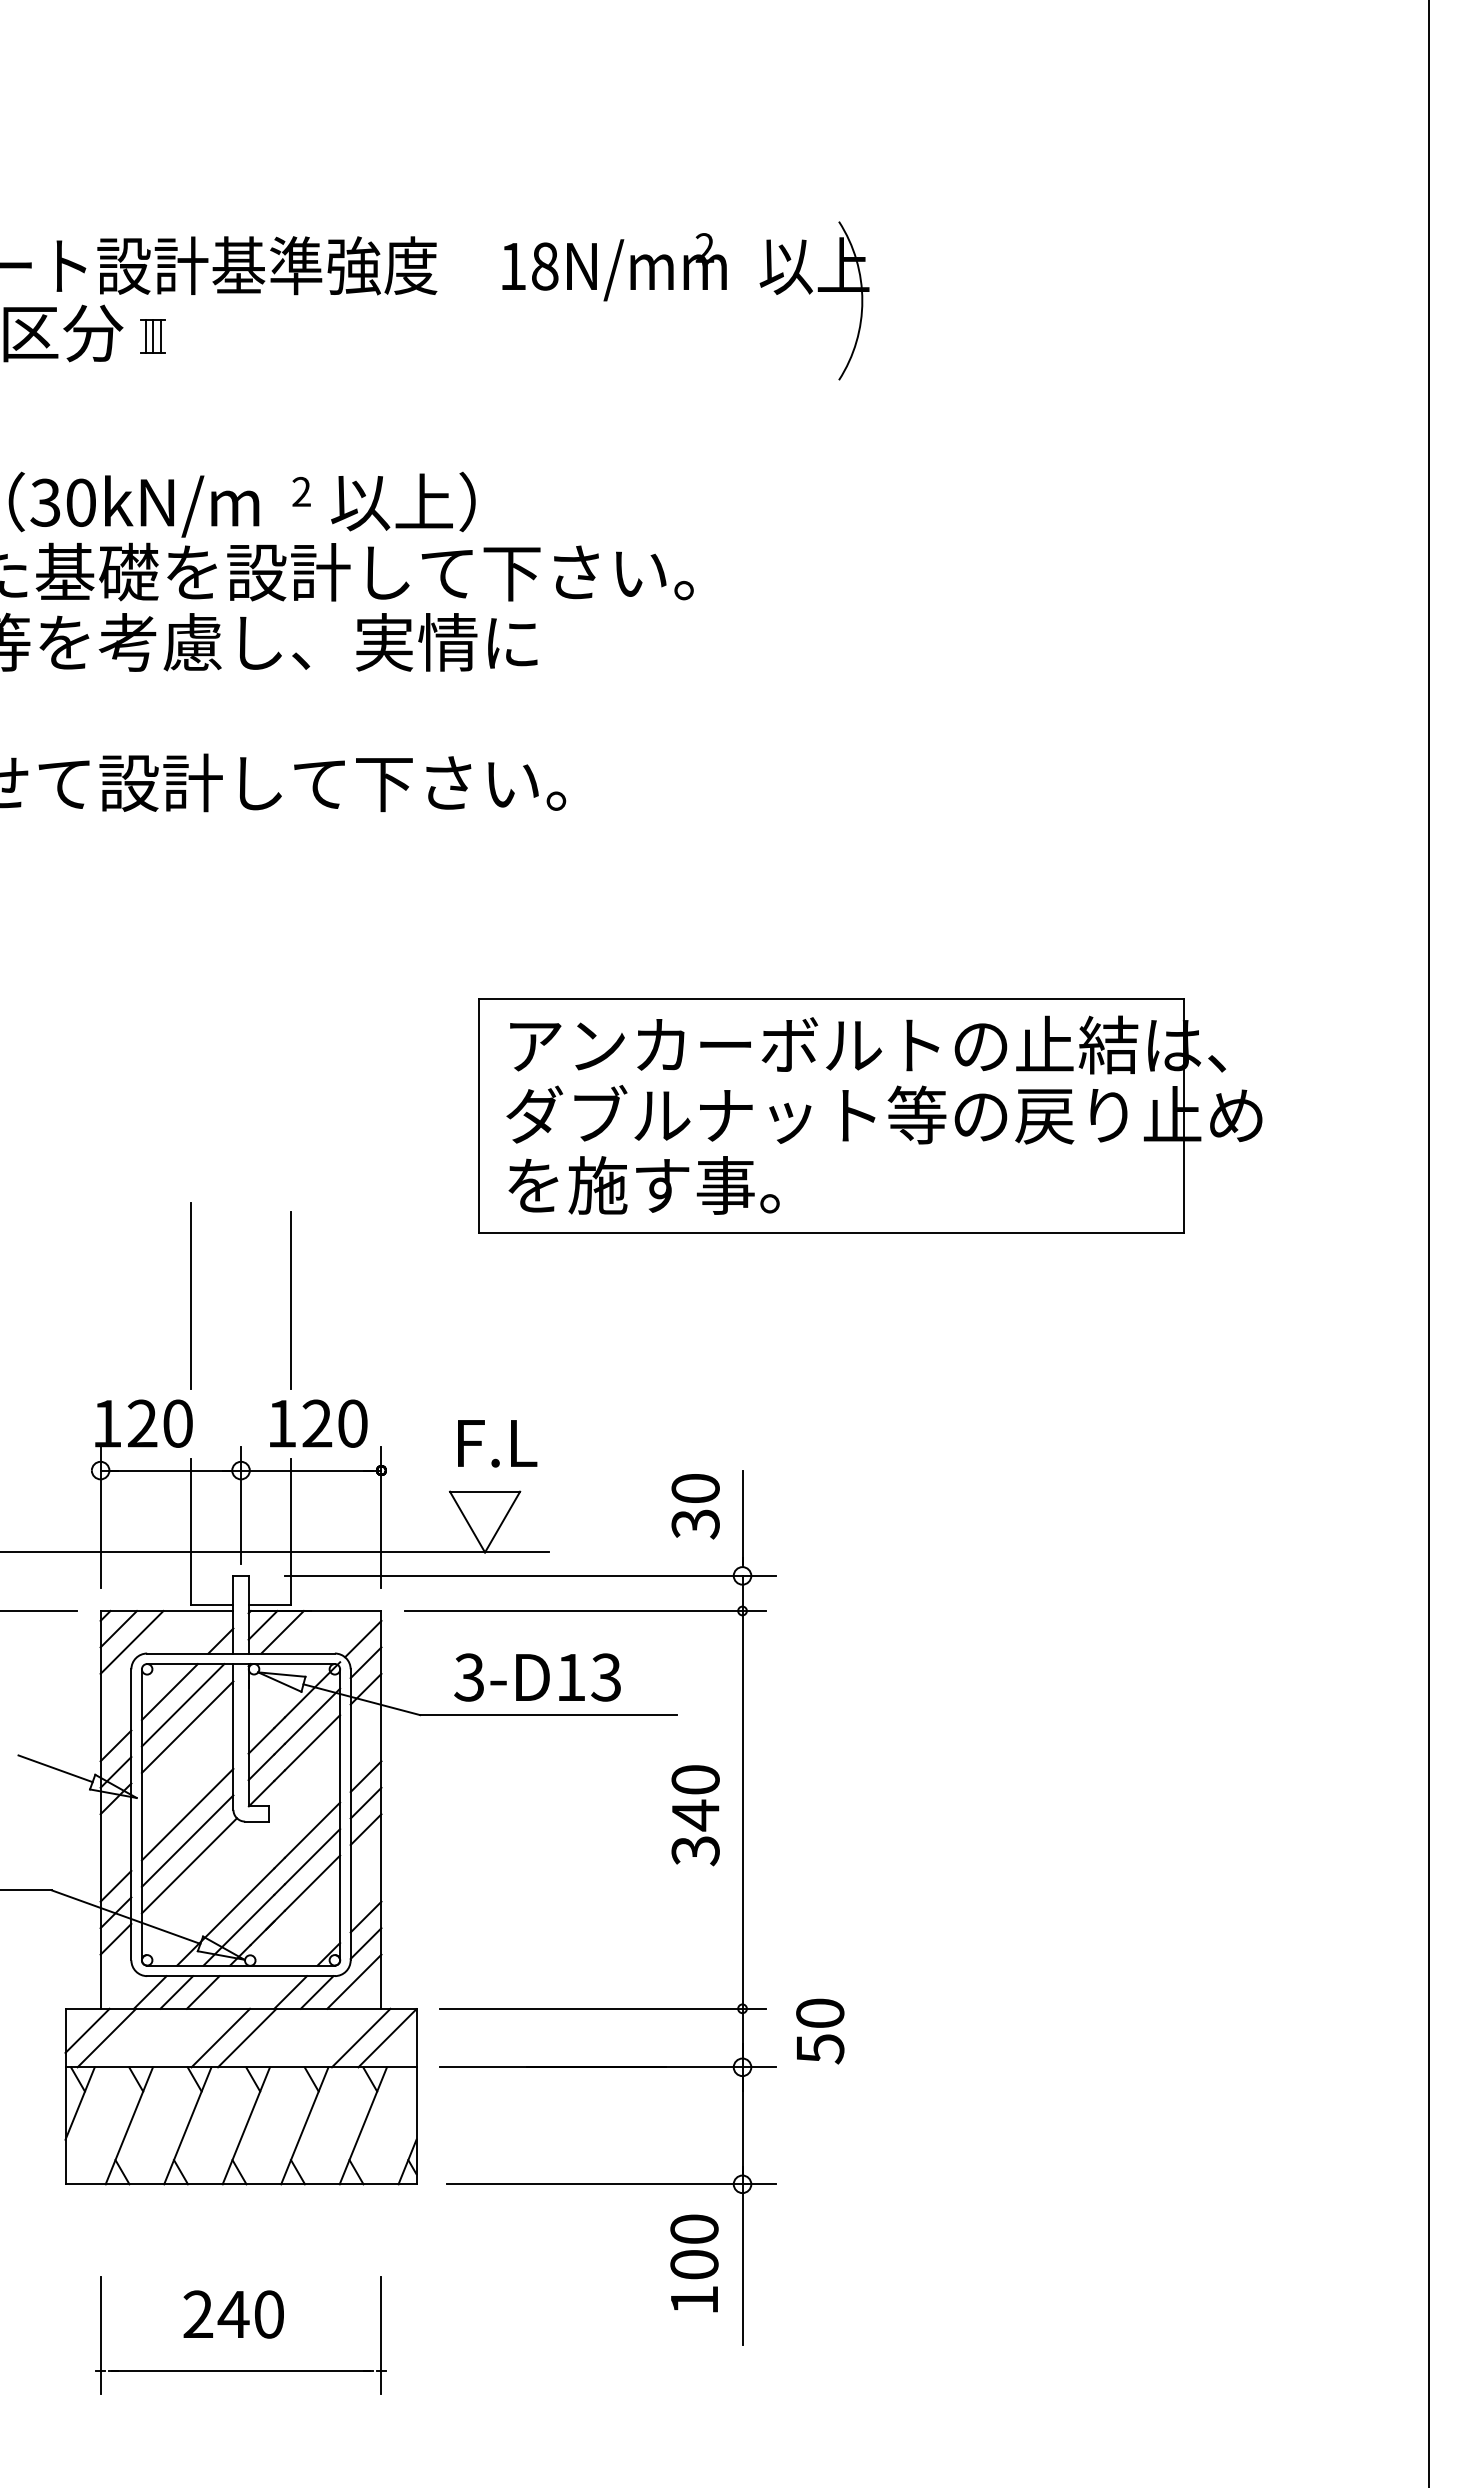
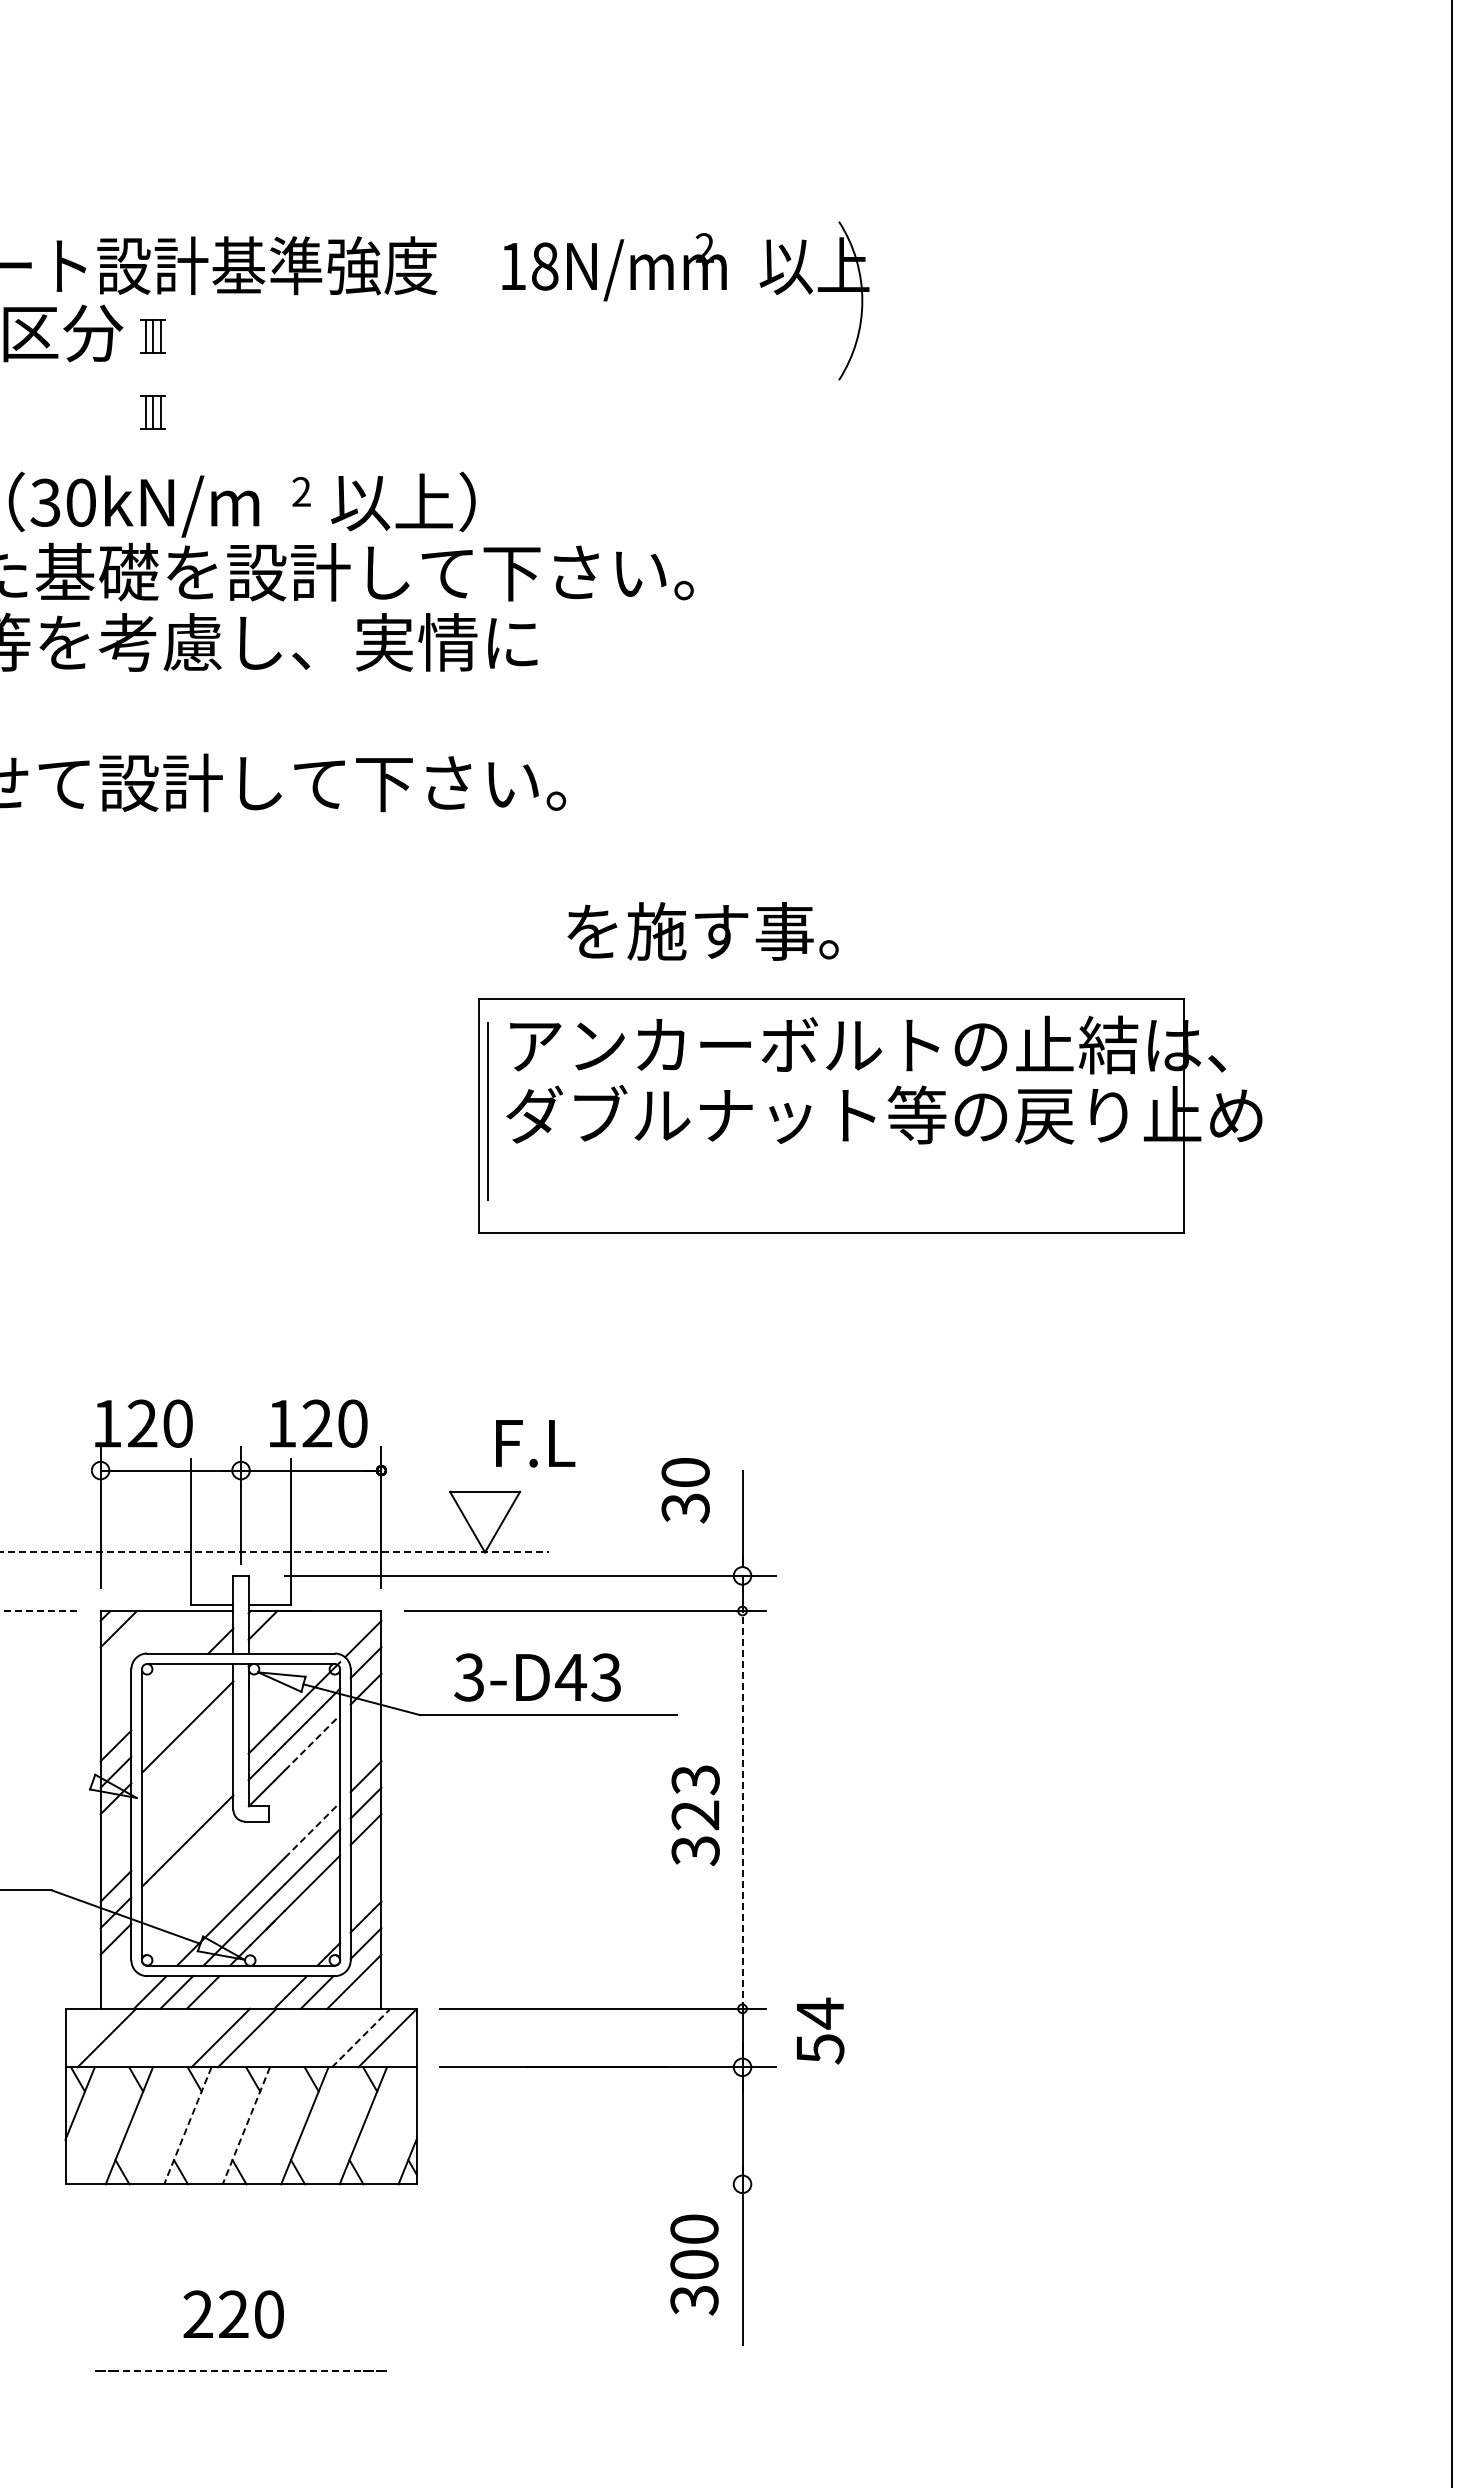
part at (152, 412): none -> present
text at (643, 1185) position: (643, 1185) -> (702, 931)
line at (1428, 1243) position: (1428, 1243) -> (1451, 1243)
line at (190, 1295): present -> none
line at (290, 1300) position: (290, 1300) -> (487, 1111)
text at (497, 1443) position: (497, 1443) -> (535, 1443)
text at (695, 1506) position: (695, 1506) -> (685, 1490)
line at (275, 1552): solid -> dashed
line at (38, 1610): solid -> dashed
line at (282, 1631): present -> none
line at (131, 1641): present -> none
text at (570, 1677): 3-D13 -> 3-D43
line at (169, 1692): present -> none
line at (182, 1705): present -> none
line at (312, 1742): solid -> dashed
line at (55, 1768): present -> none
text at (695, 1798): 340 -> 323
line at (742, 1809): solid -> dashed
line at (187, 1814): present -> none
line at (312, 1829): solid -> dashed
line at (189, 1865): present -> none
text at (820, 2013): 50 -> 54
line at (87, 2030): present -> none
line at (361, 2037): solid -> dashed
line at (187, 2126): solid -> dashed
line at (246, 2126): solid -> dashed
line at (611, 2184): present -> none
text at (694, 2300): 100 -> 300
text at (233, 2313): 240 -> 220
line at (100, 2334): present -> none
line at (381, 2334): present -> none
line at (241, 2370): solid -> dashed
